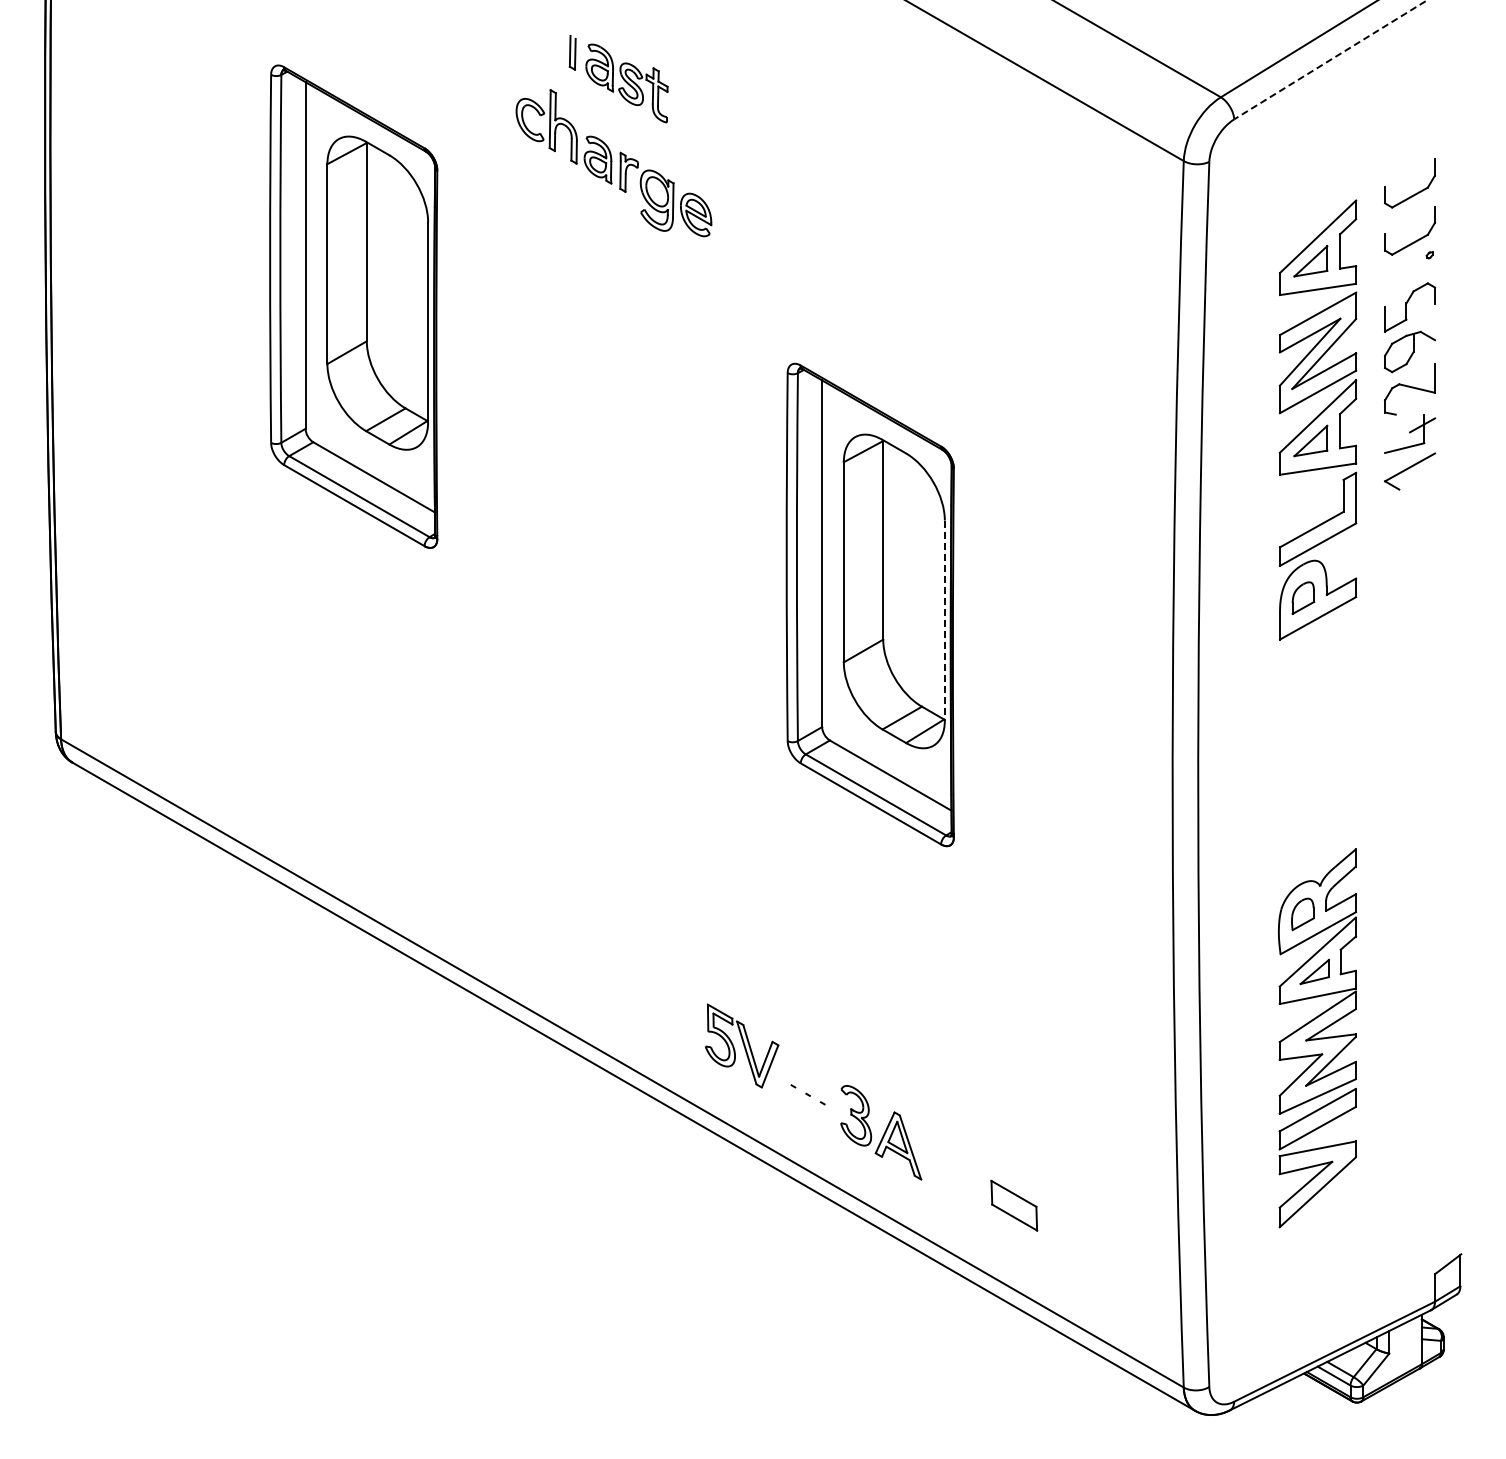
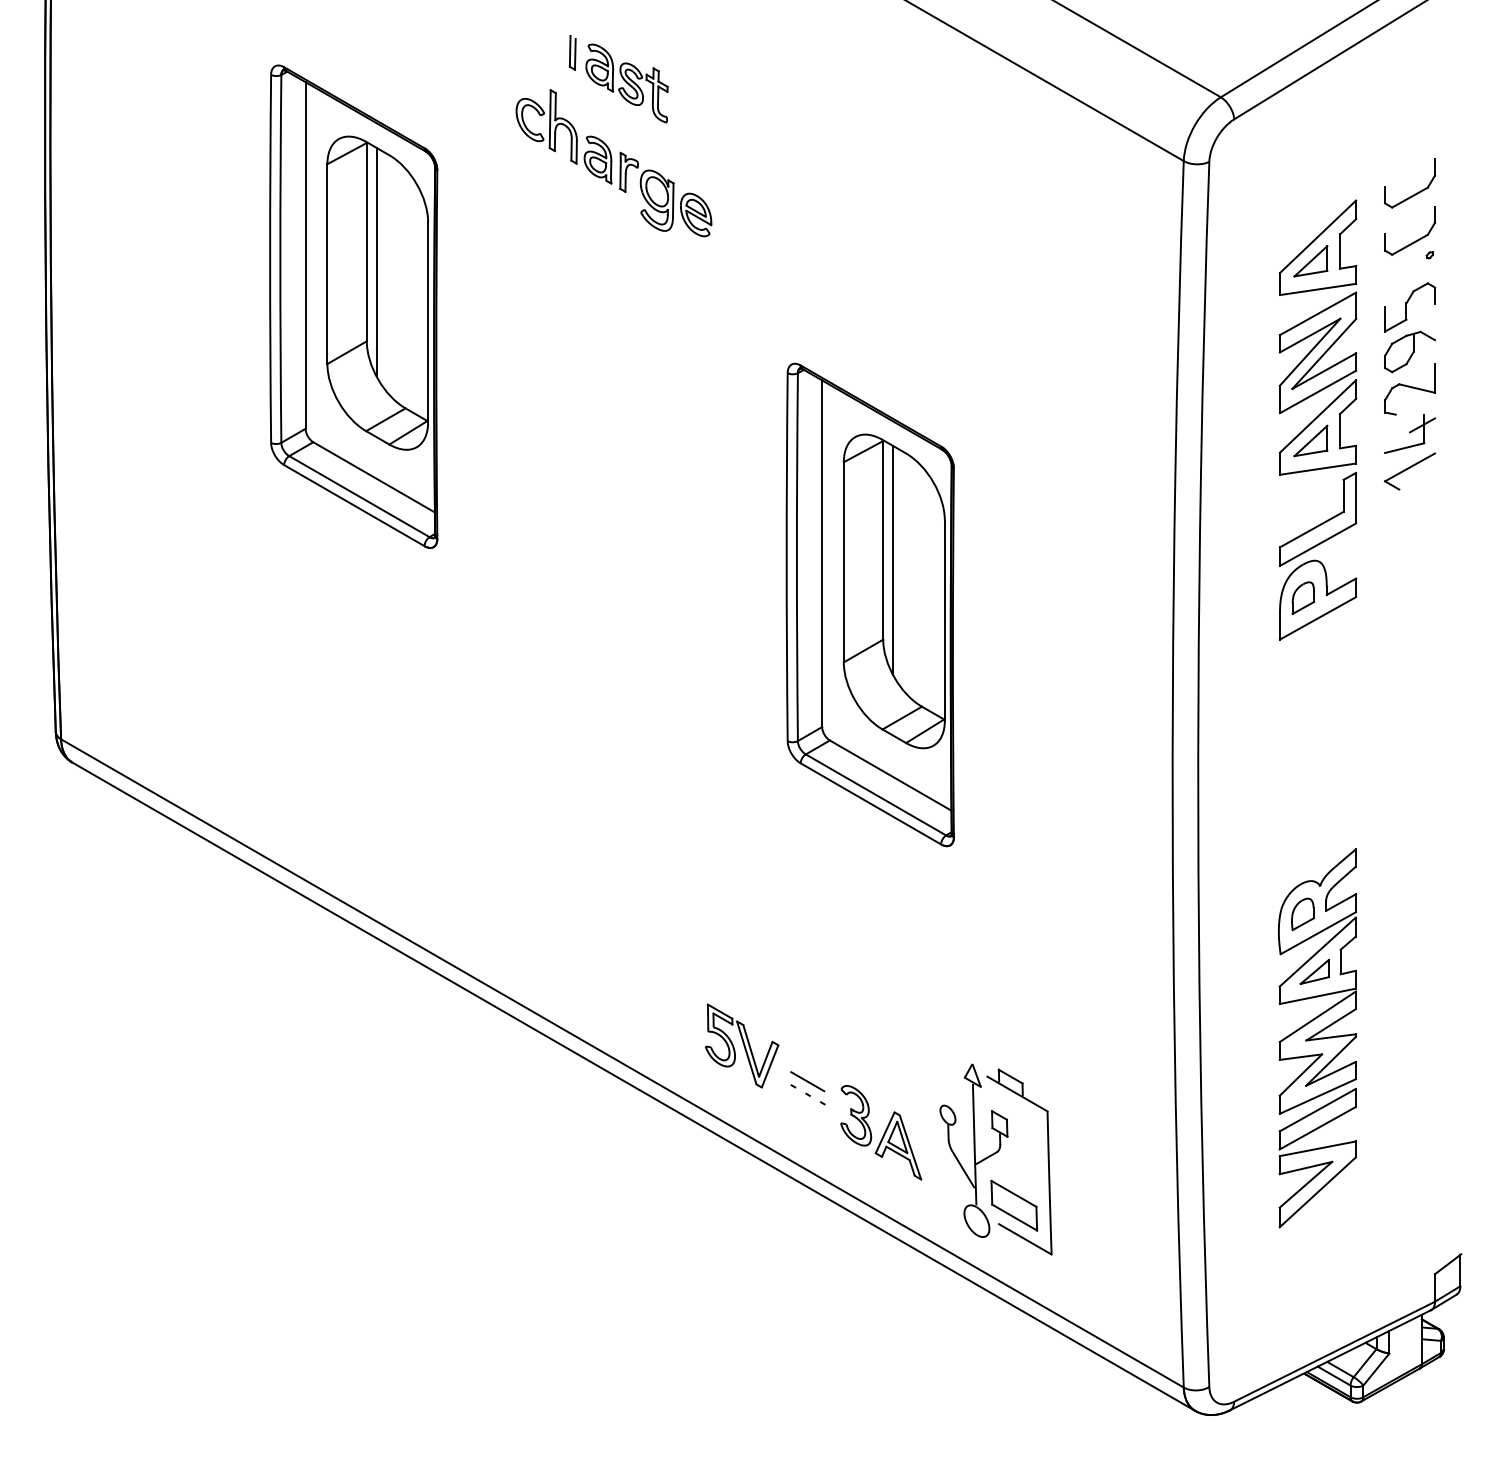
line at (1330, 60): dashed -> solid
line at (376, 261): none -> present
line at (893, 559): none -> present
line at (944, 621): dashed -> solid
line at (807, 1081): none -> present
part at (995, 1159): none -> present
